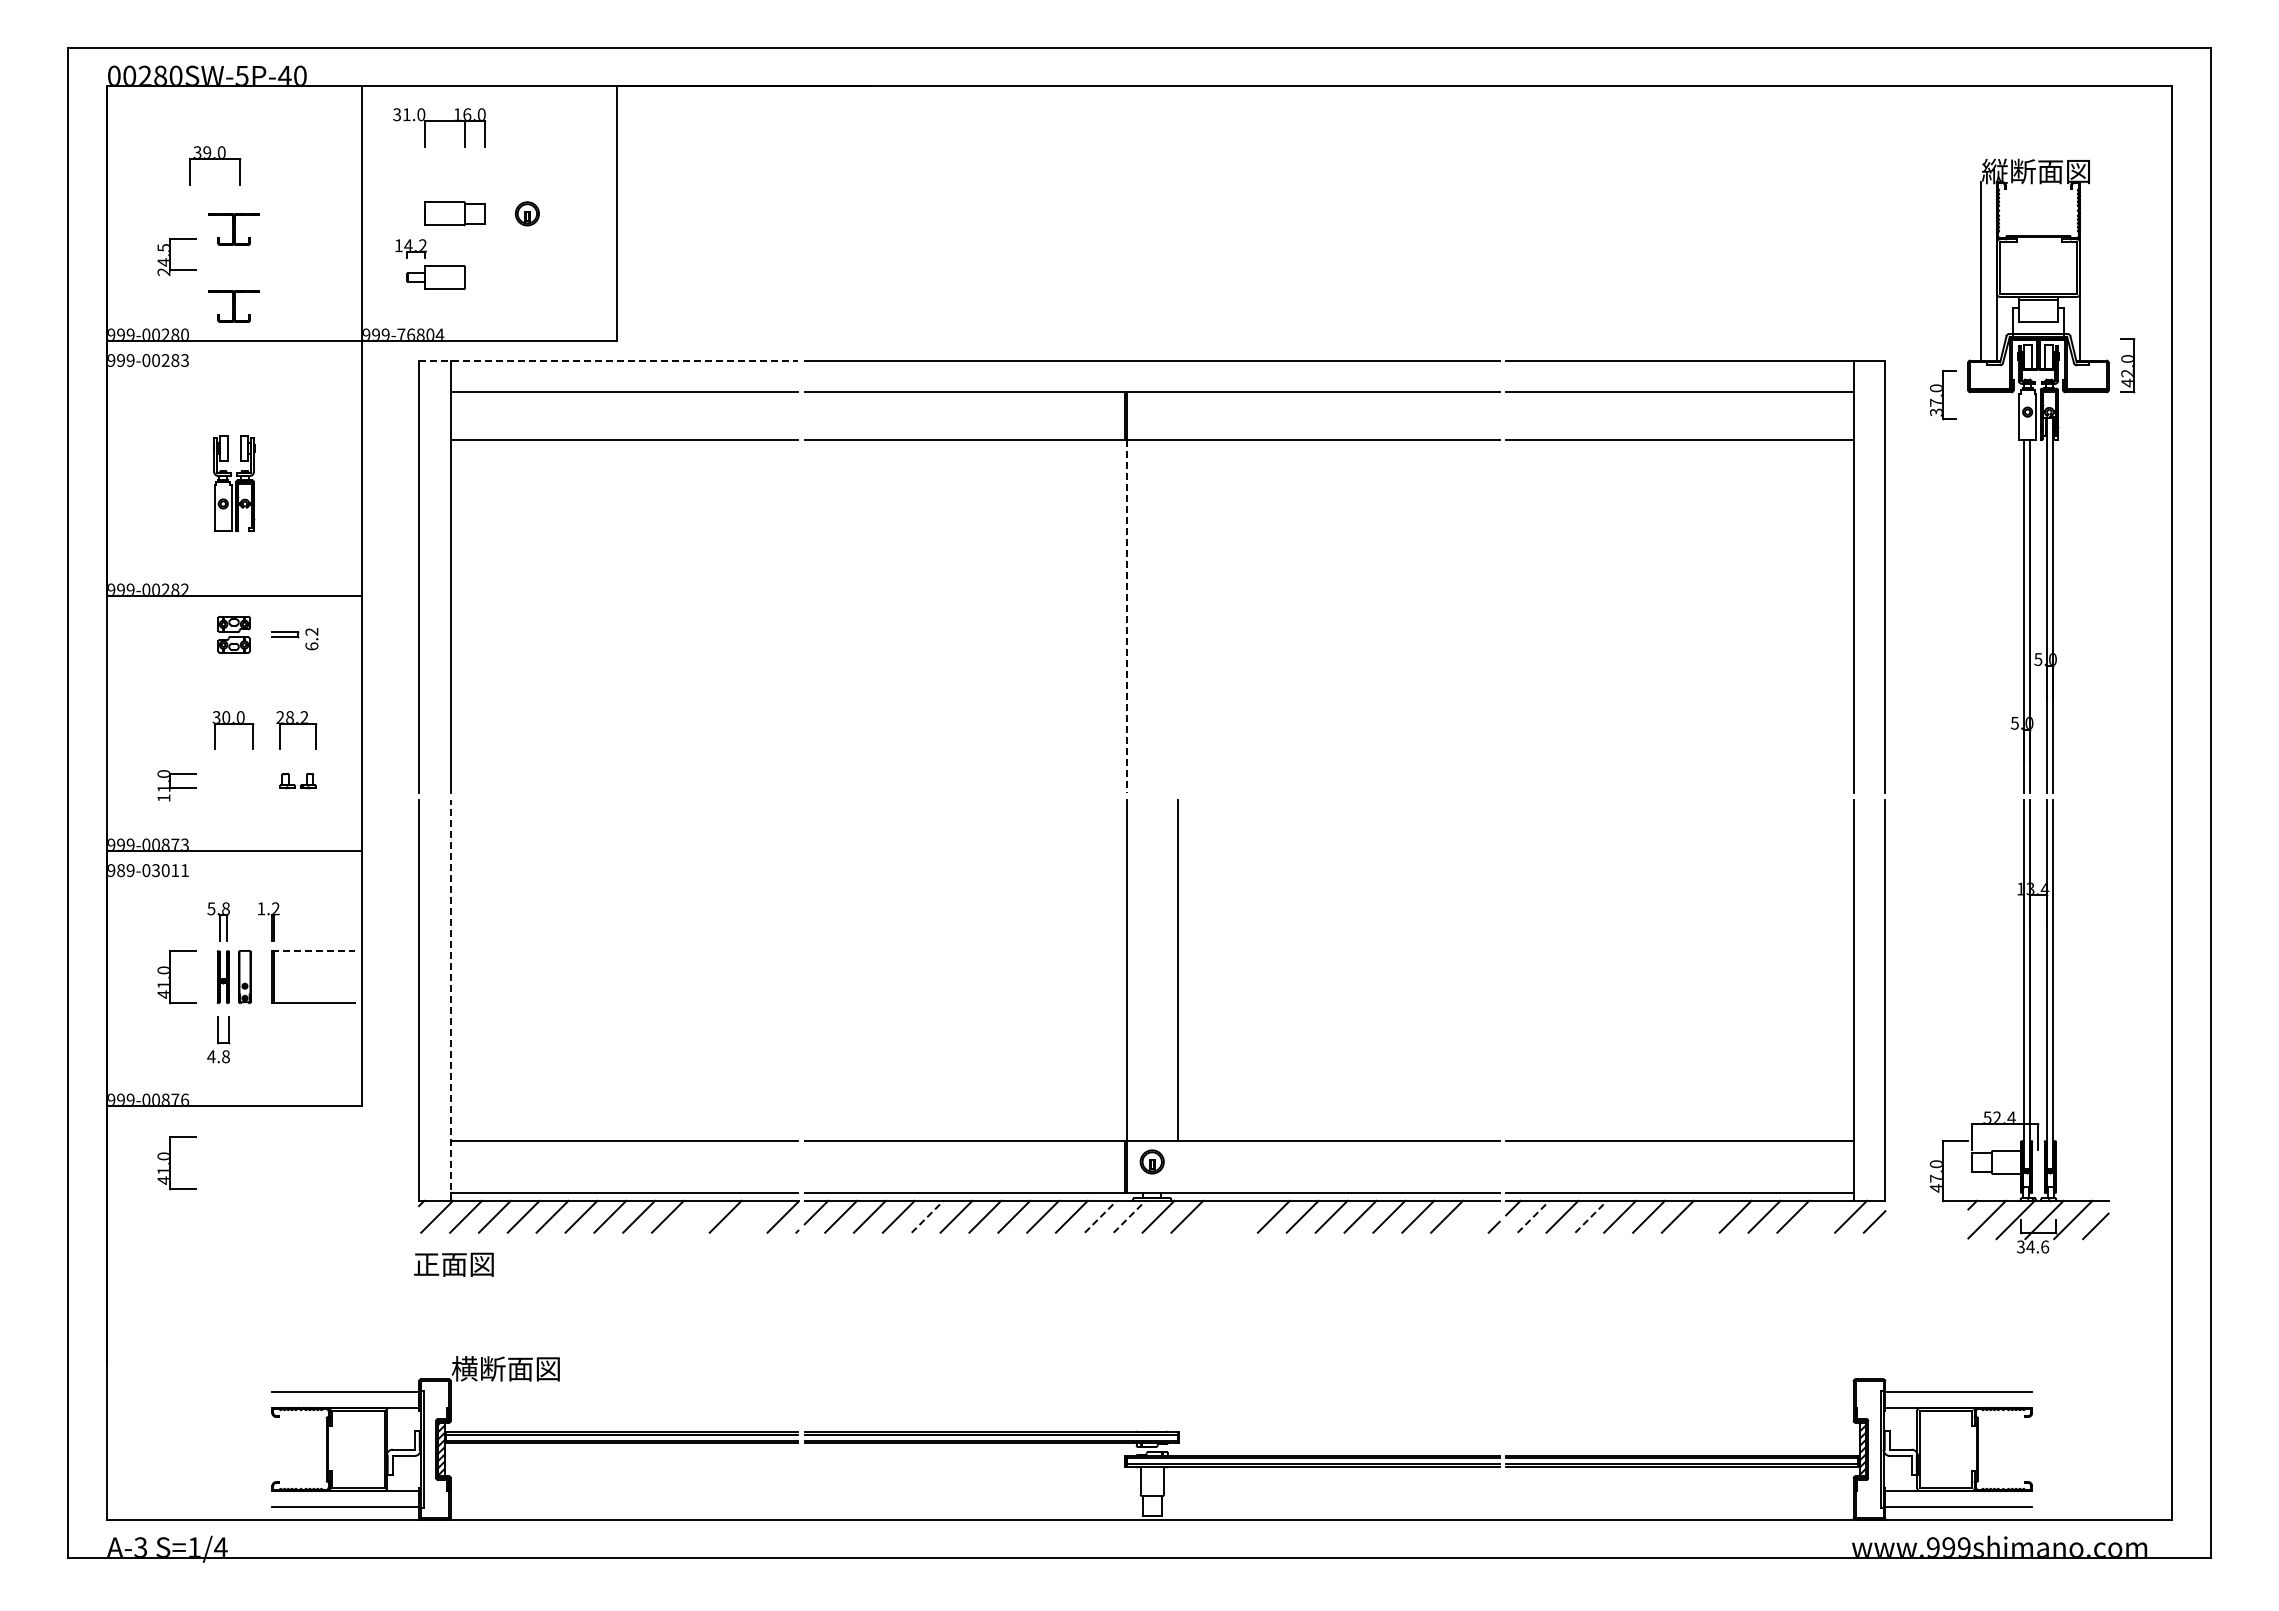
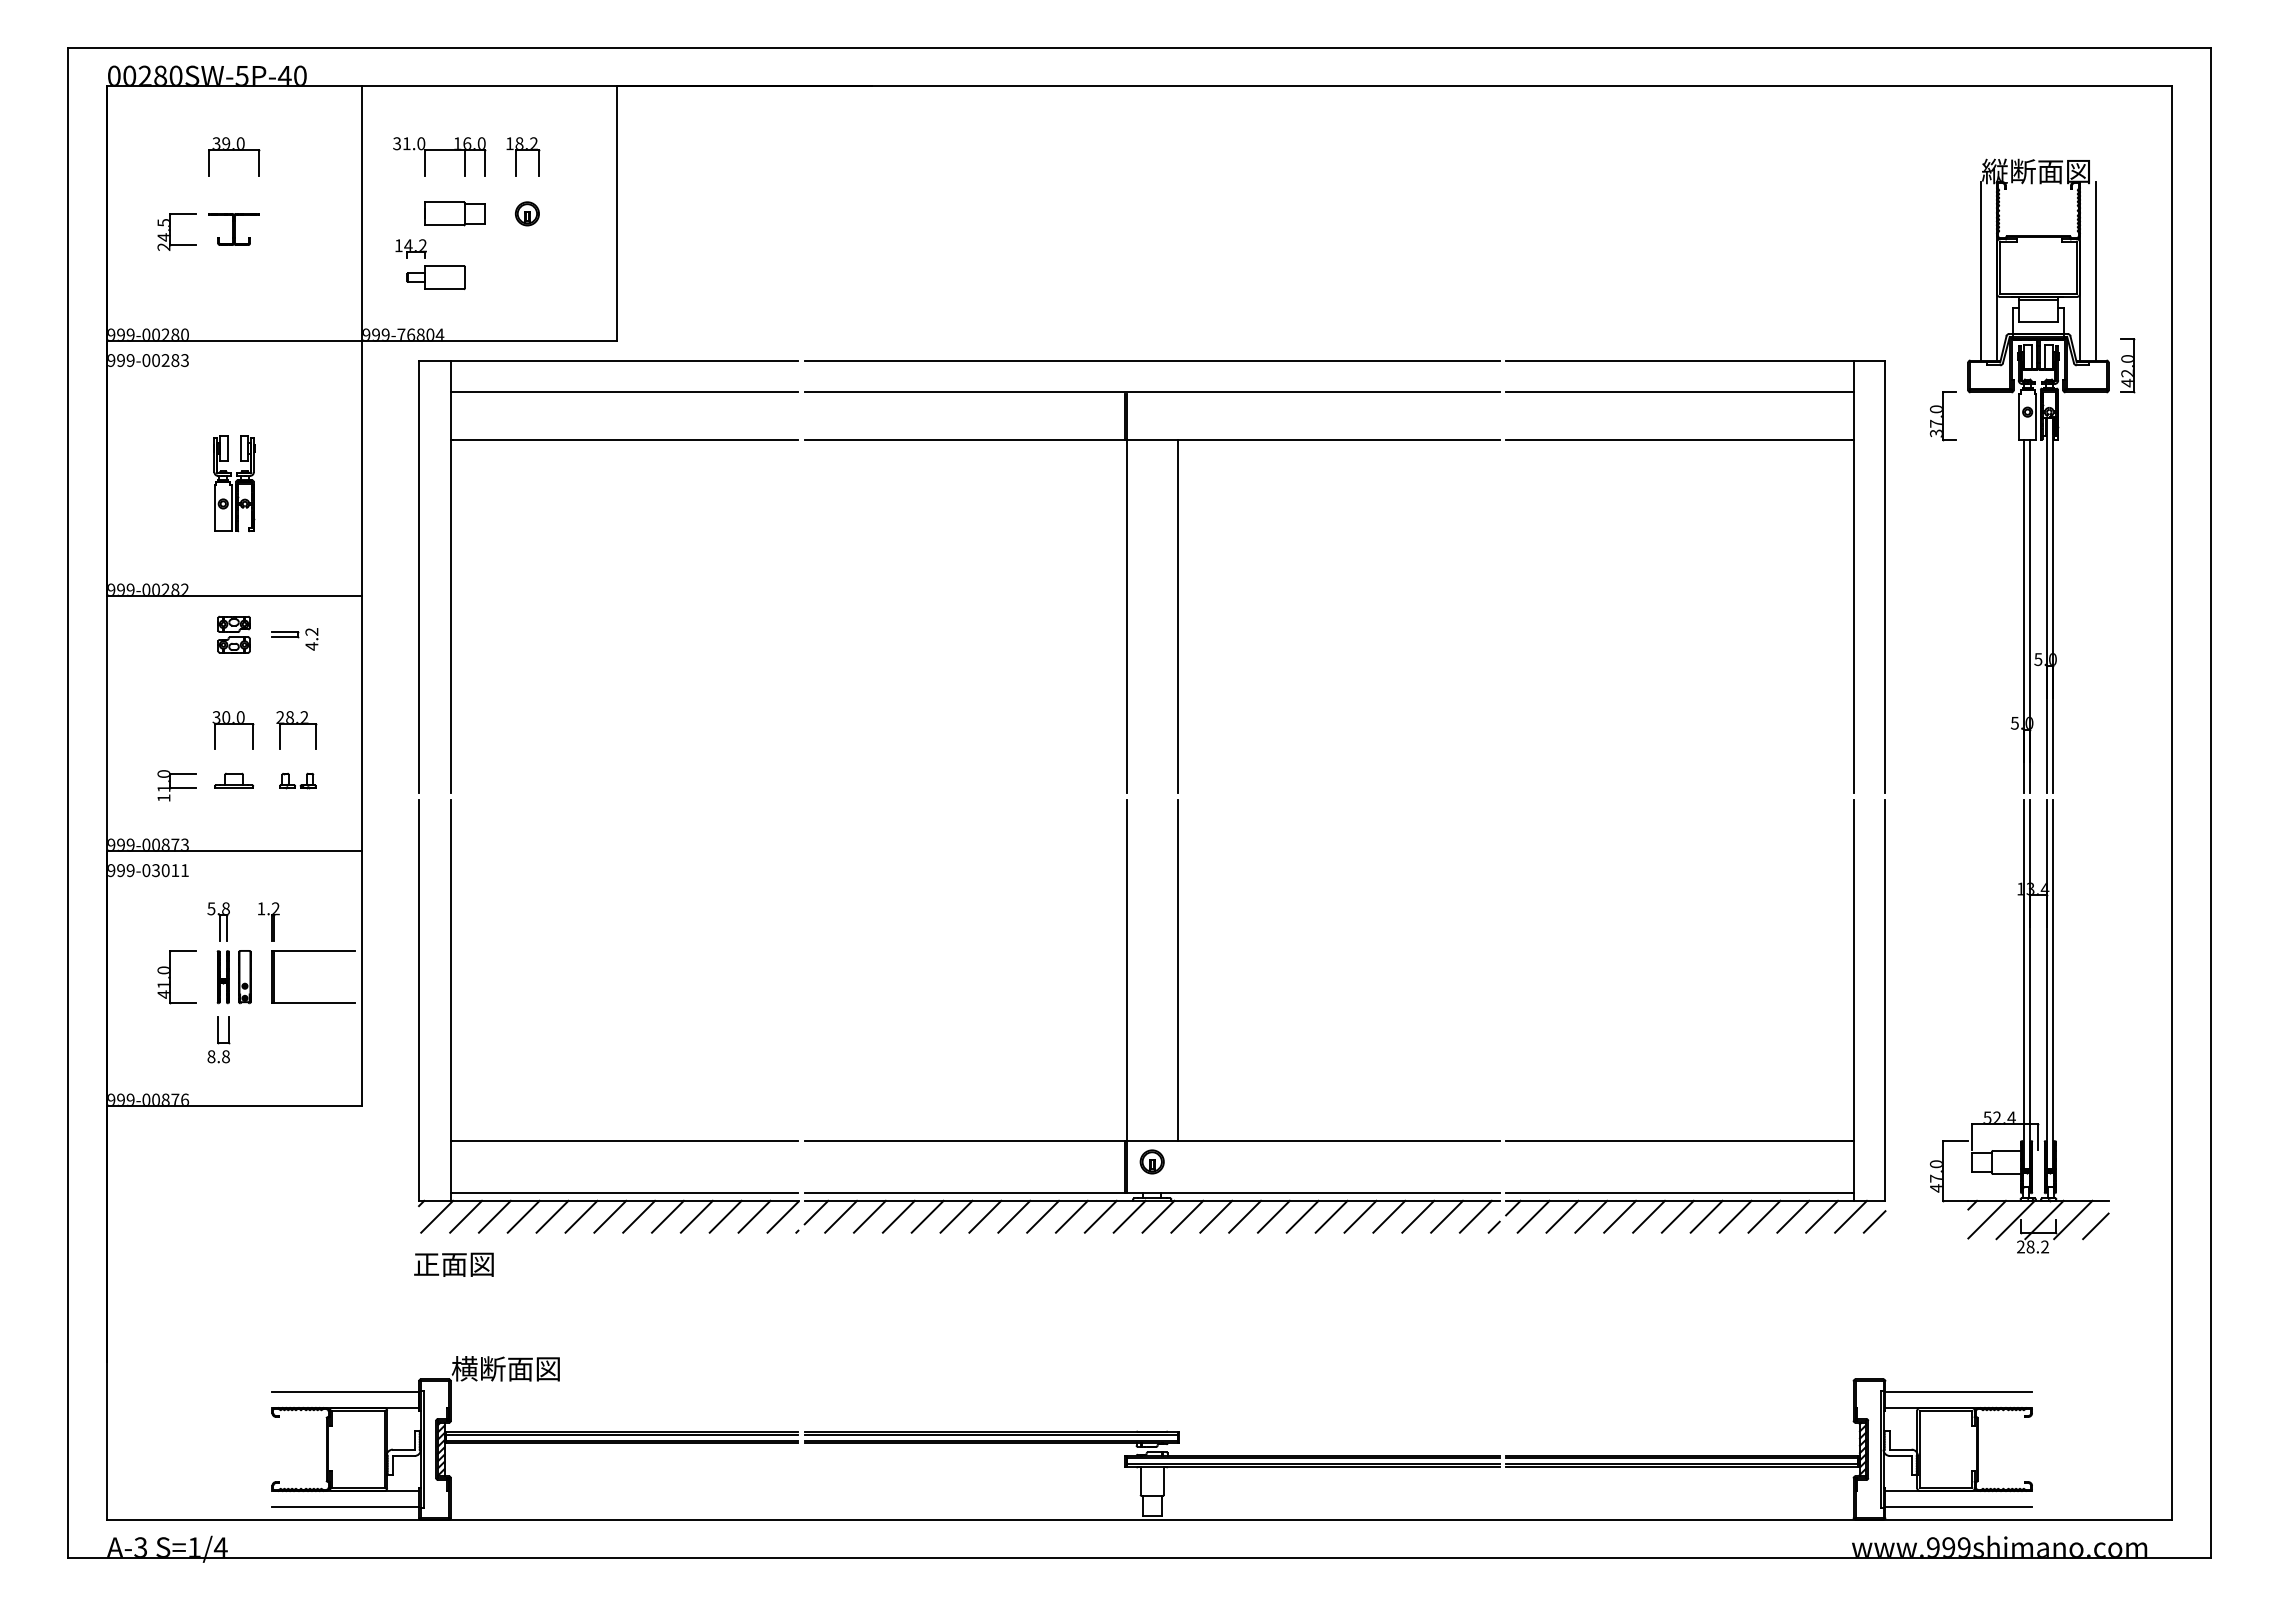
part at (439, 127) position: (439, 127) -> (439, 156)
part at (523, 156): none -> present
part at (215, 165) position: (215, 165) -> (234, 156)
part at (176, 256) position: (176, 256) -> (176, 231)
line at (2095, 271): none -> present
part at (233, 306): present -> none
line at (608, 360): dashed -> solid
part at (1943, 395) position: (1943, 395) -> (1943, 416)
line at (1126, 616): dashed -> solid
line at (1177, 616): none -> present
text at (311, 646): 6.2 -> 4.2
part at (233, 780): none -> present
text at (120, 870): 989-03011 -> 999-03011
line at (314, 950): dashed -> solid
line at (450, 1000): dashed -> solid
text at (211, 1056): 4.8 -> 8.8
part at (176, 1163): present -> none
line at (696, 1216): none -> present
line at (754, 1216): none -> present
line at (927, 1216): dashed -> solid
line at (1100, 1216): dashed -> solid
line at (1129, 1216): dashed -> solid
line at (1216, 1216): none -> present
line at (1245, 1216): none -> present
line at (1475, 1216): none -> present
line at (1533, 1216): dashed -> solid
line at (1591, 1216): dashed -> solid
line at (1706, 1216): none -> present
line at (1822, 1216): none -> present
text at (2032, 1246): 34.6 -> 28.2
